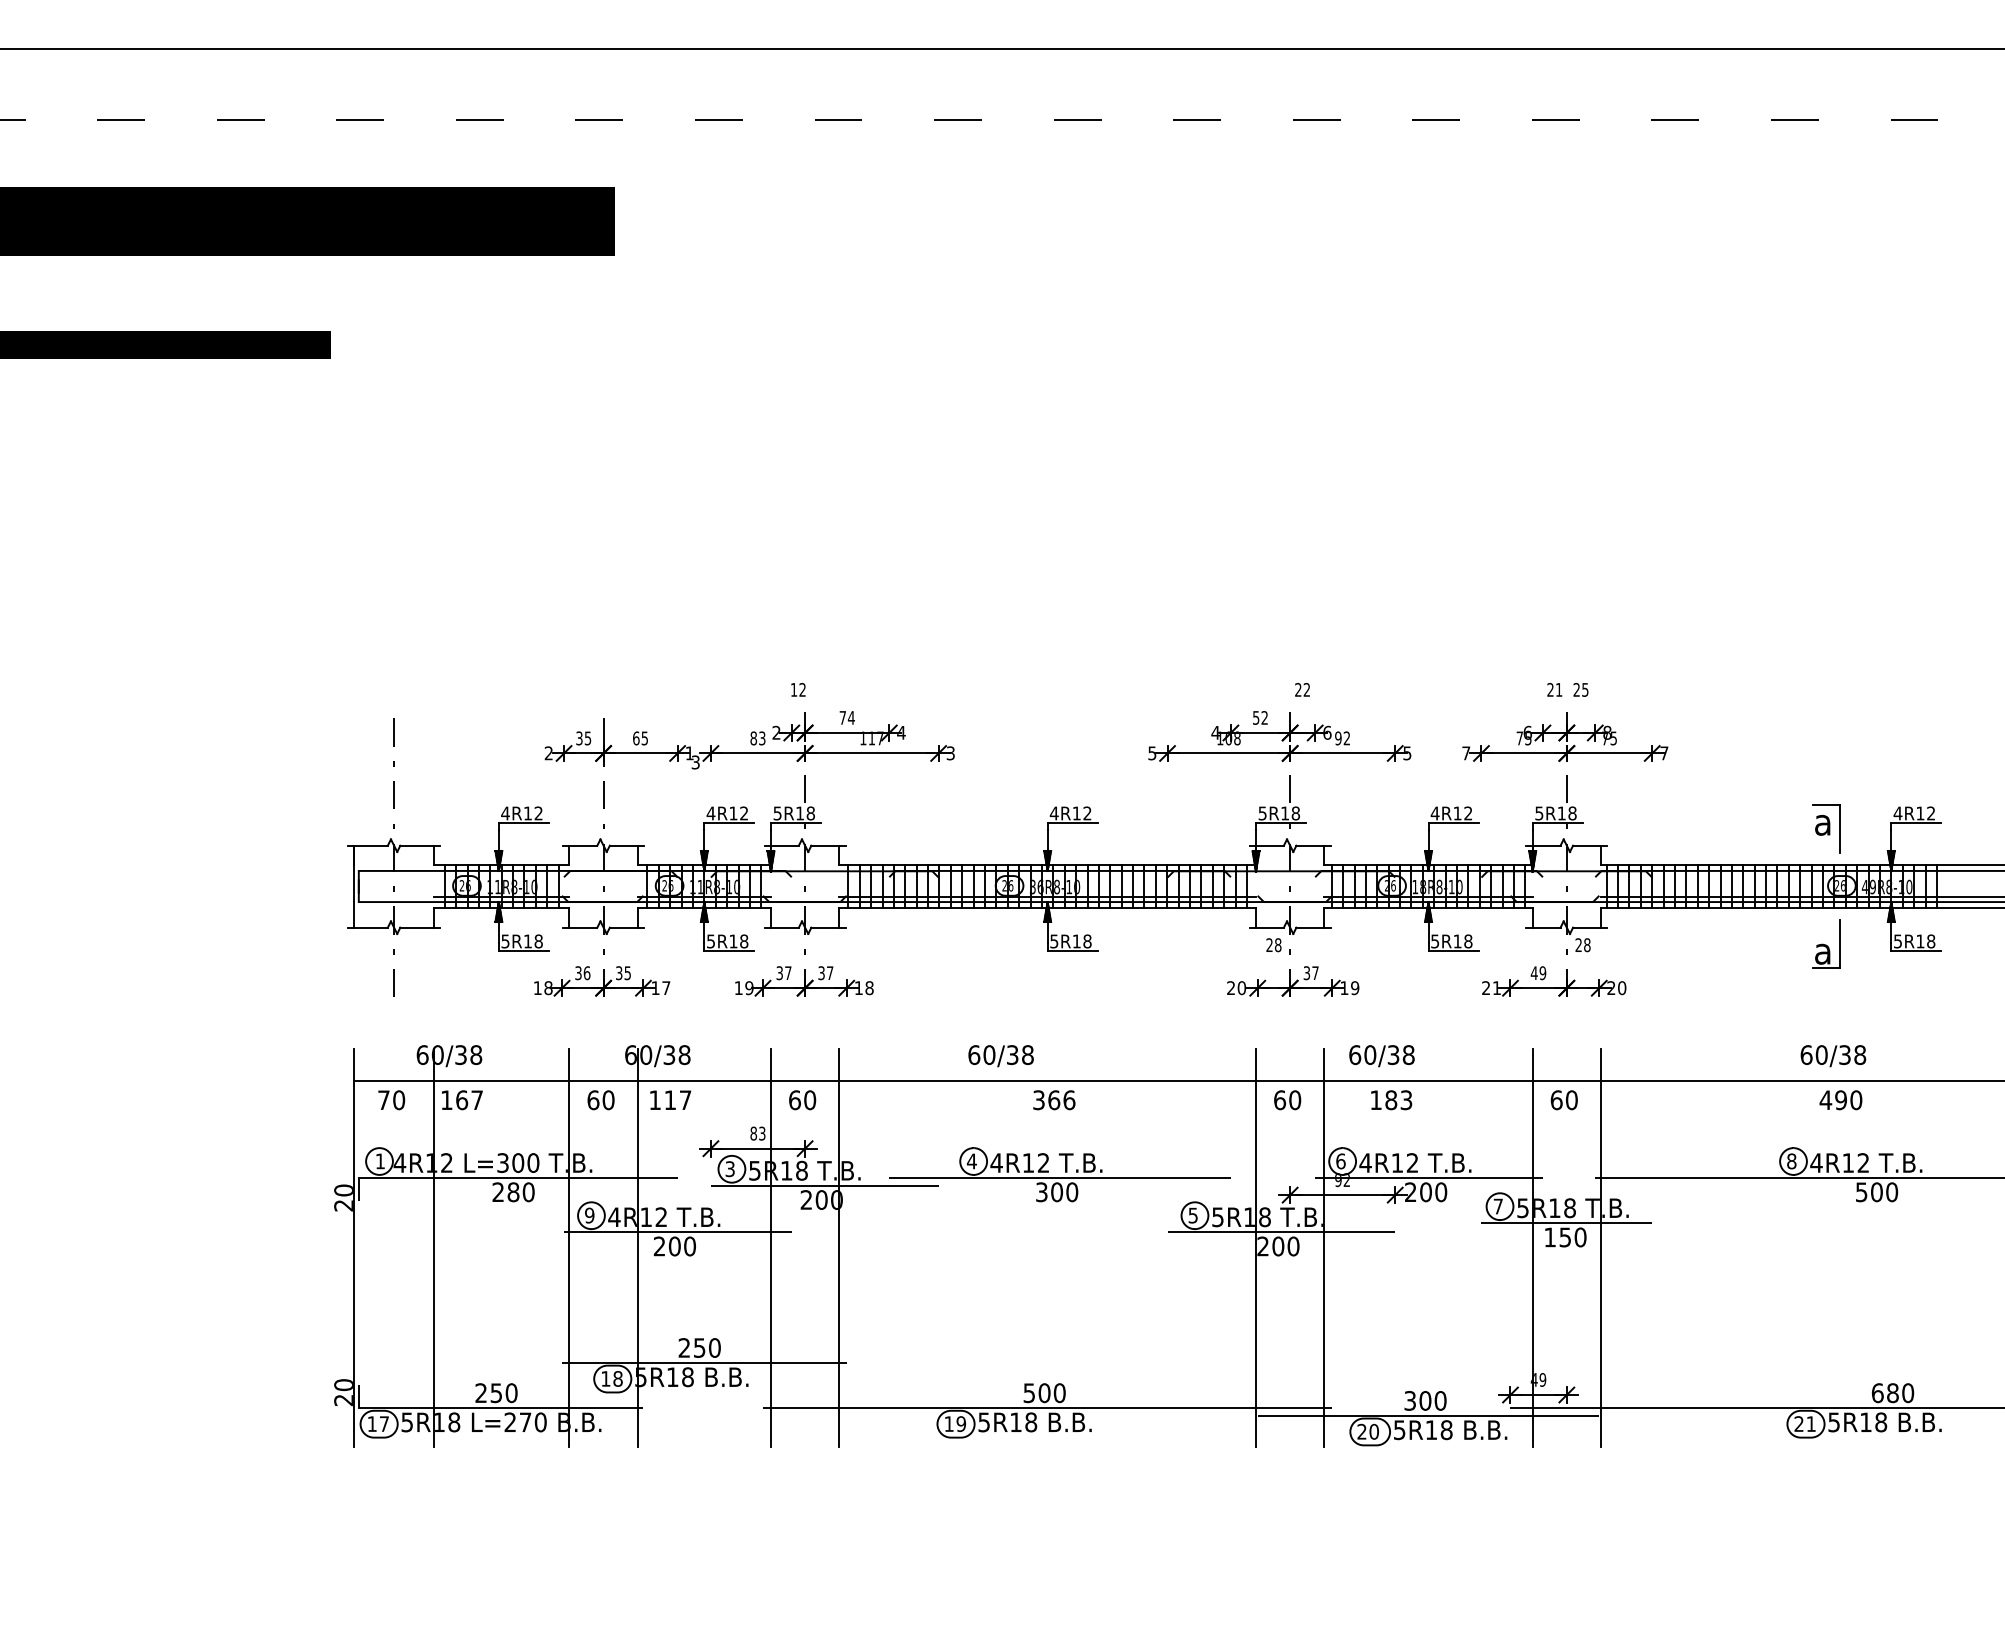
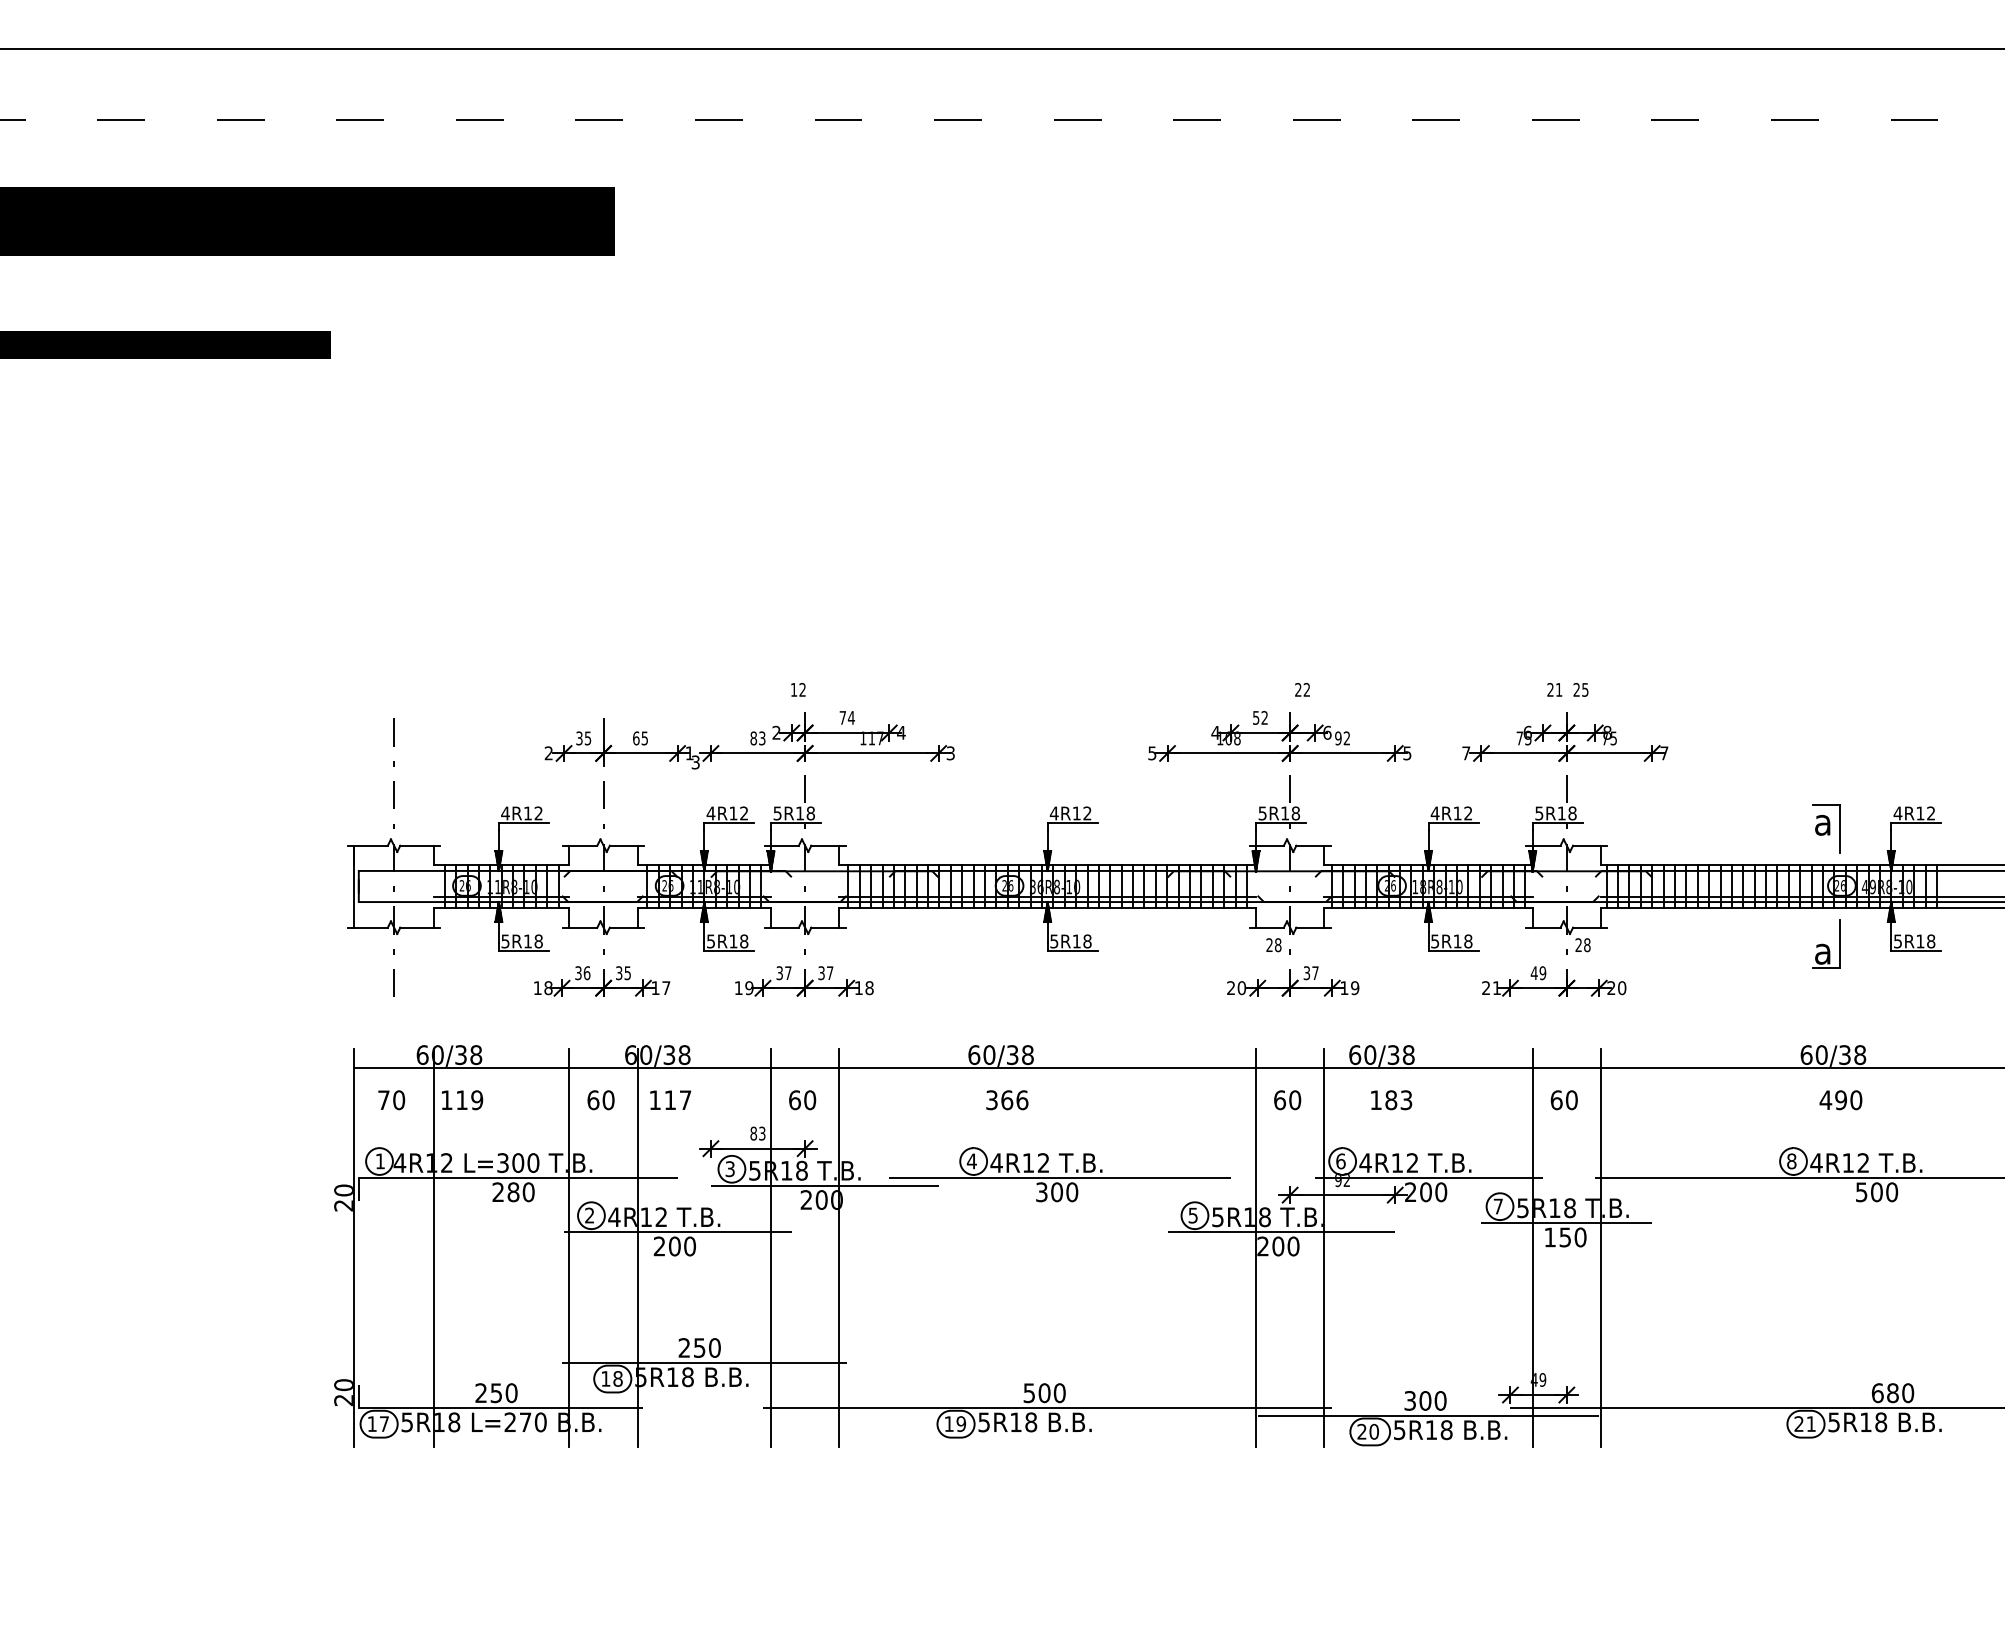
line at (1177, 1081) position: (1177, 1081) -> (1177, 1068)
text at (469, 1100): 167 -> 119
text at (1054, 1100) position: (1054, 1100) -> (1007, 1100)
text at (589, 1215): 9 -> 2
